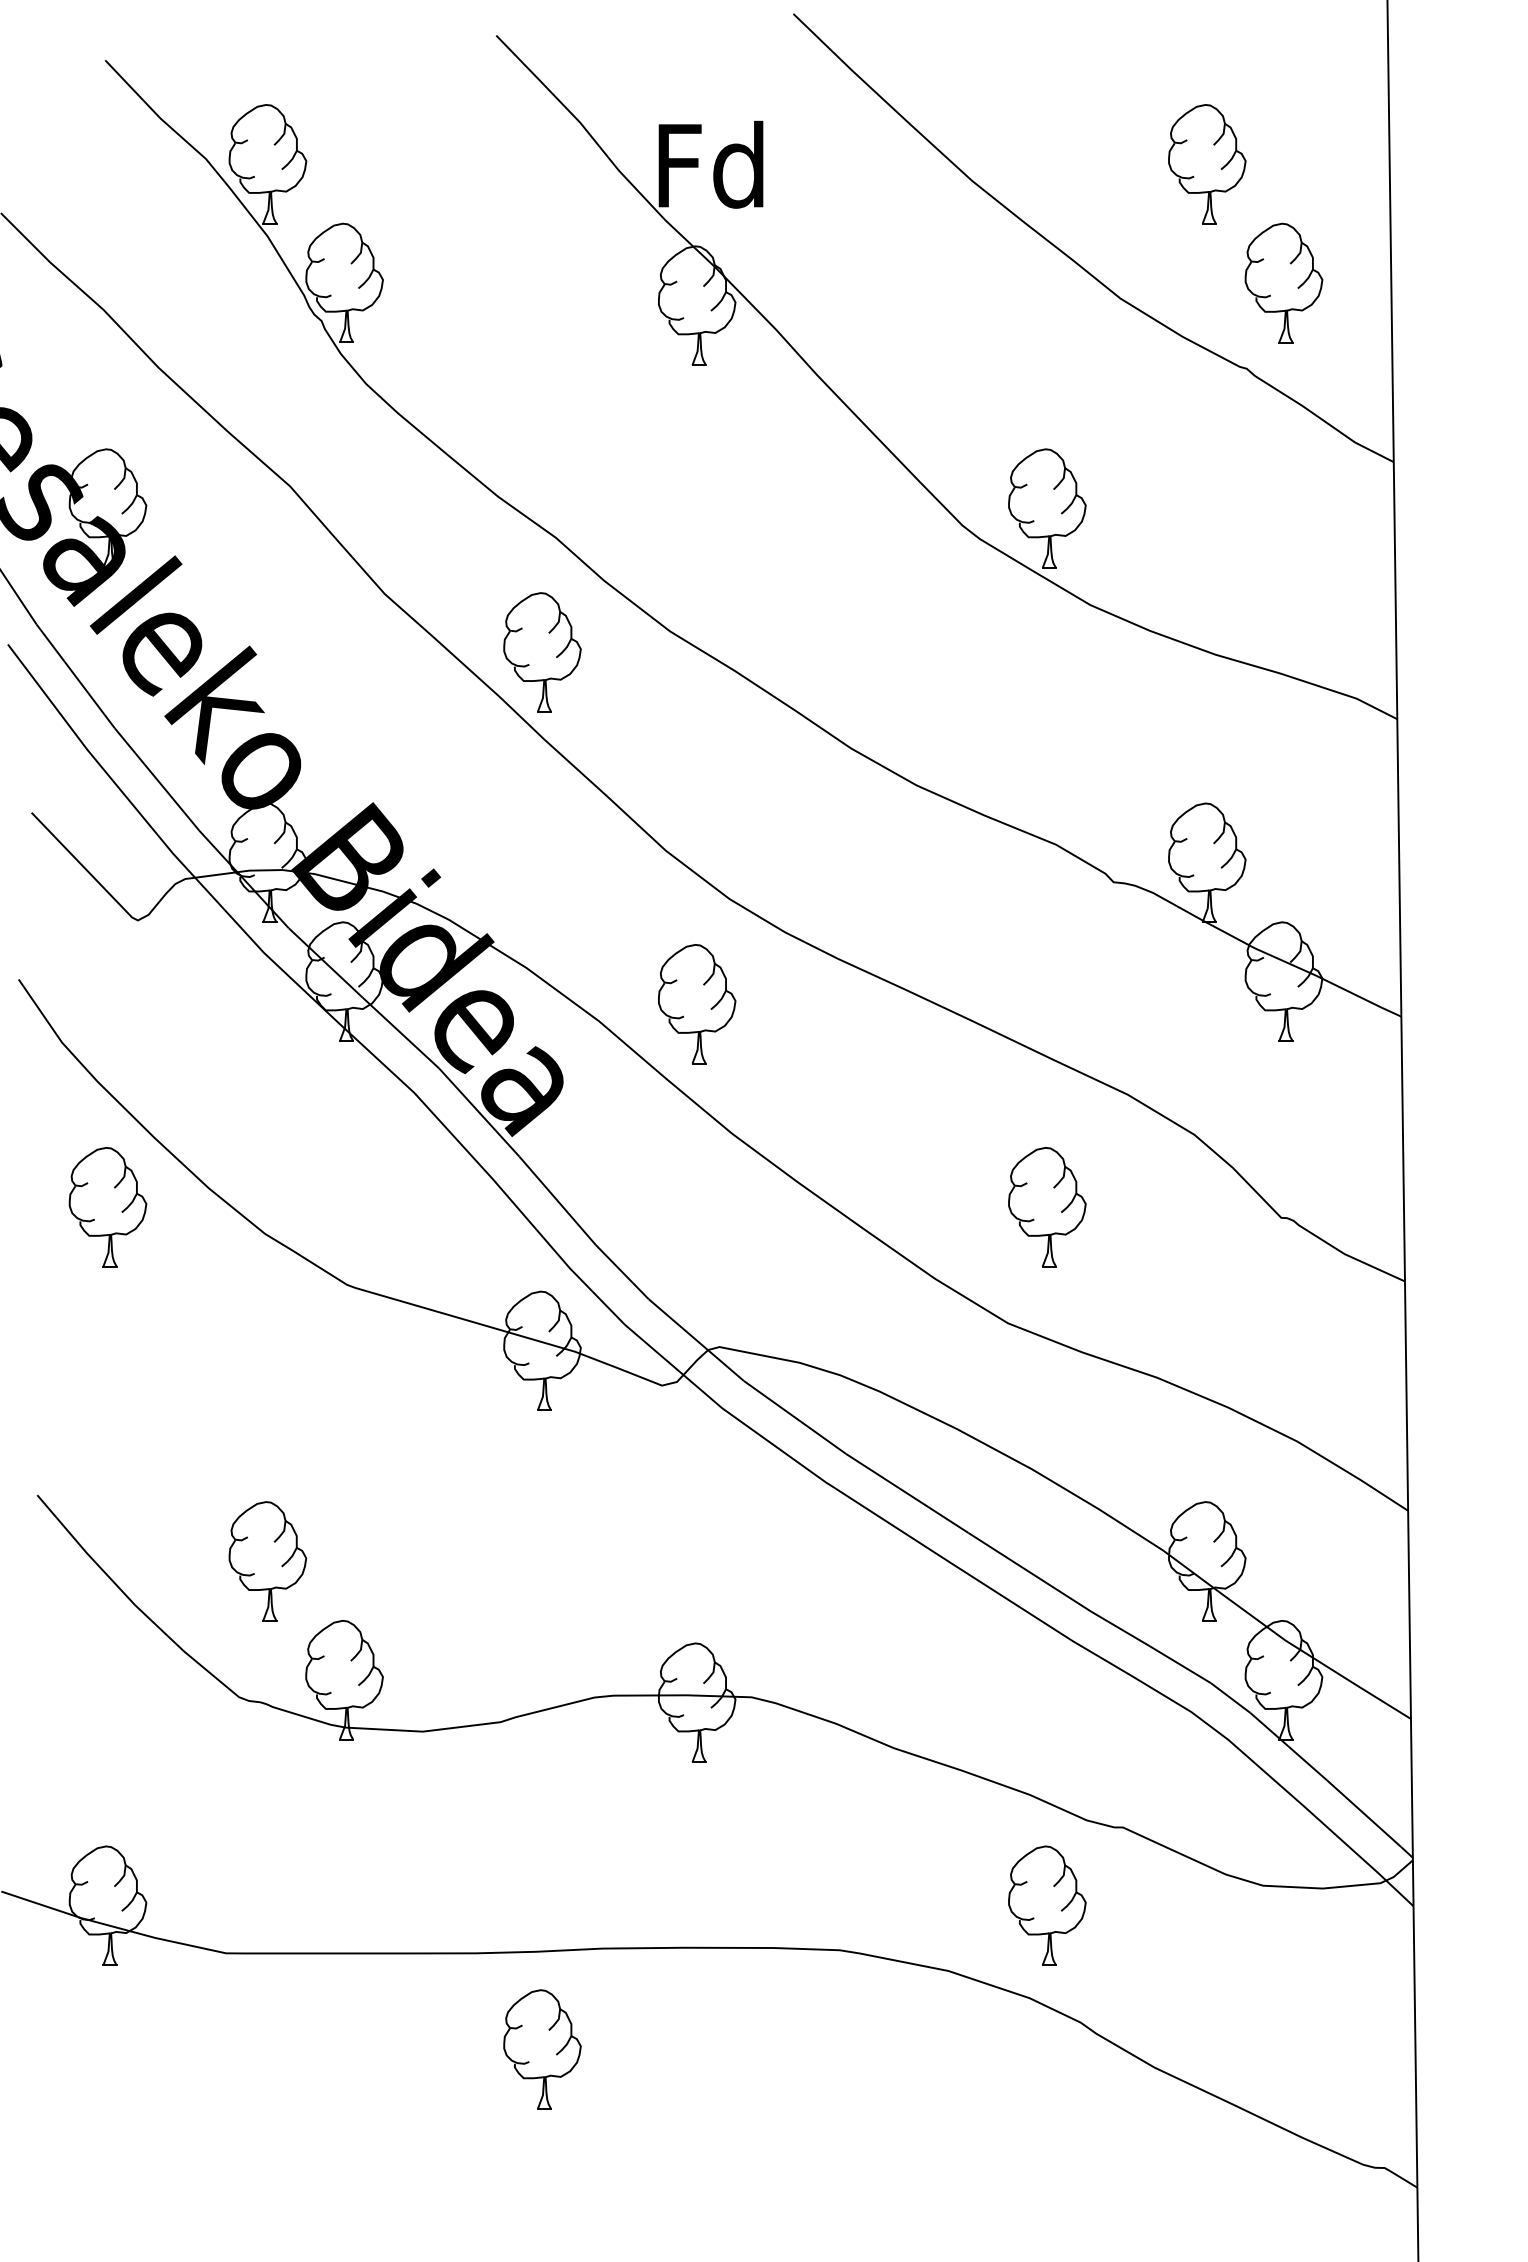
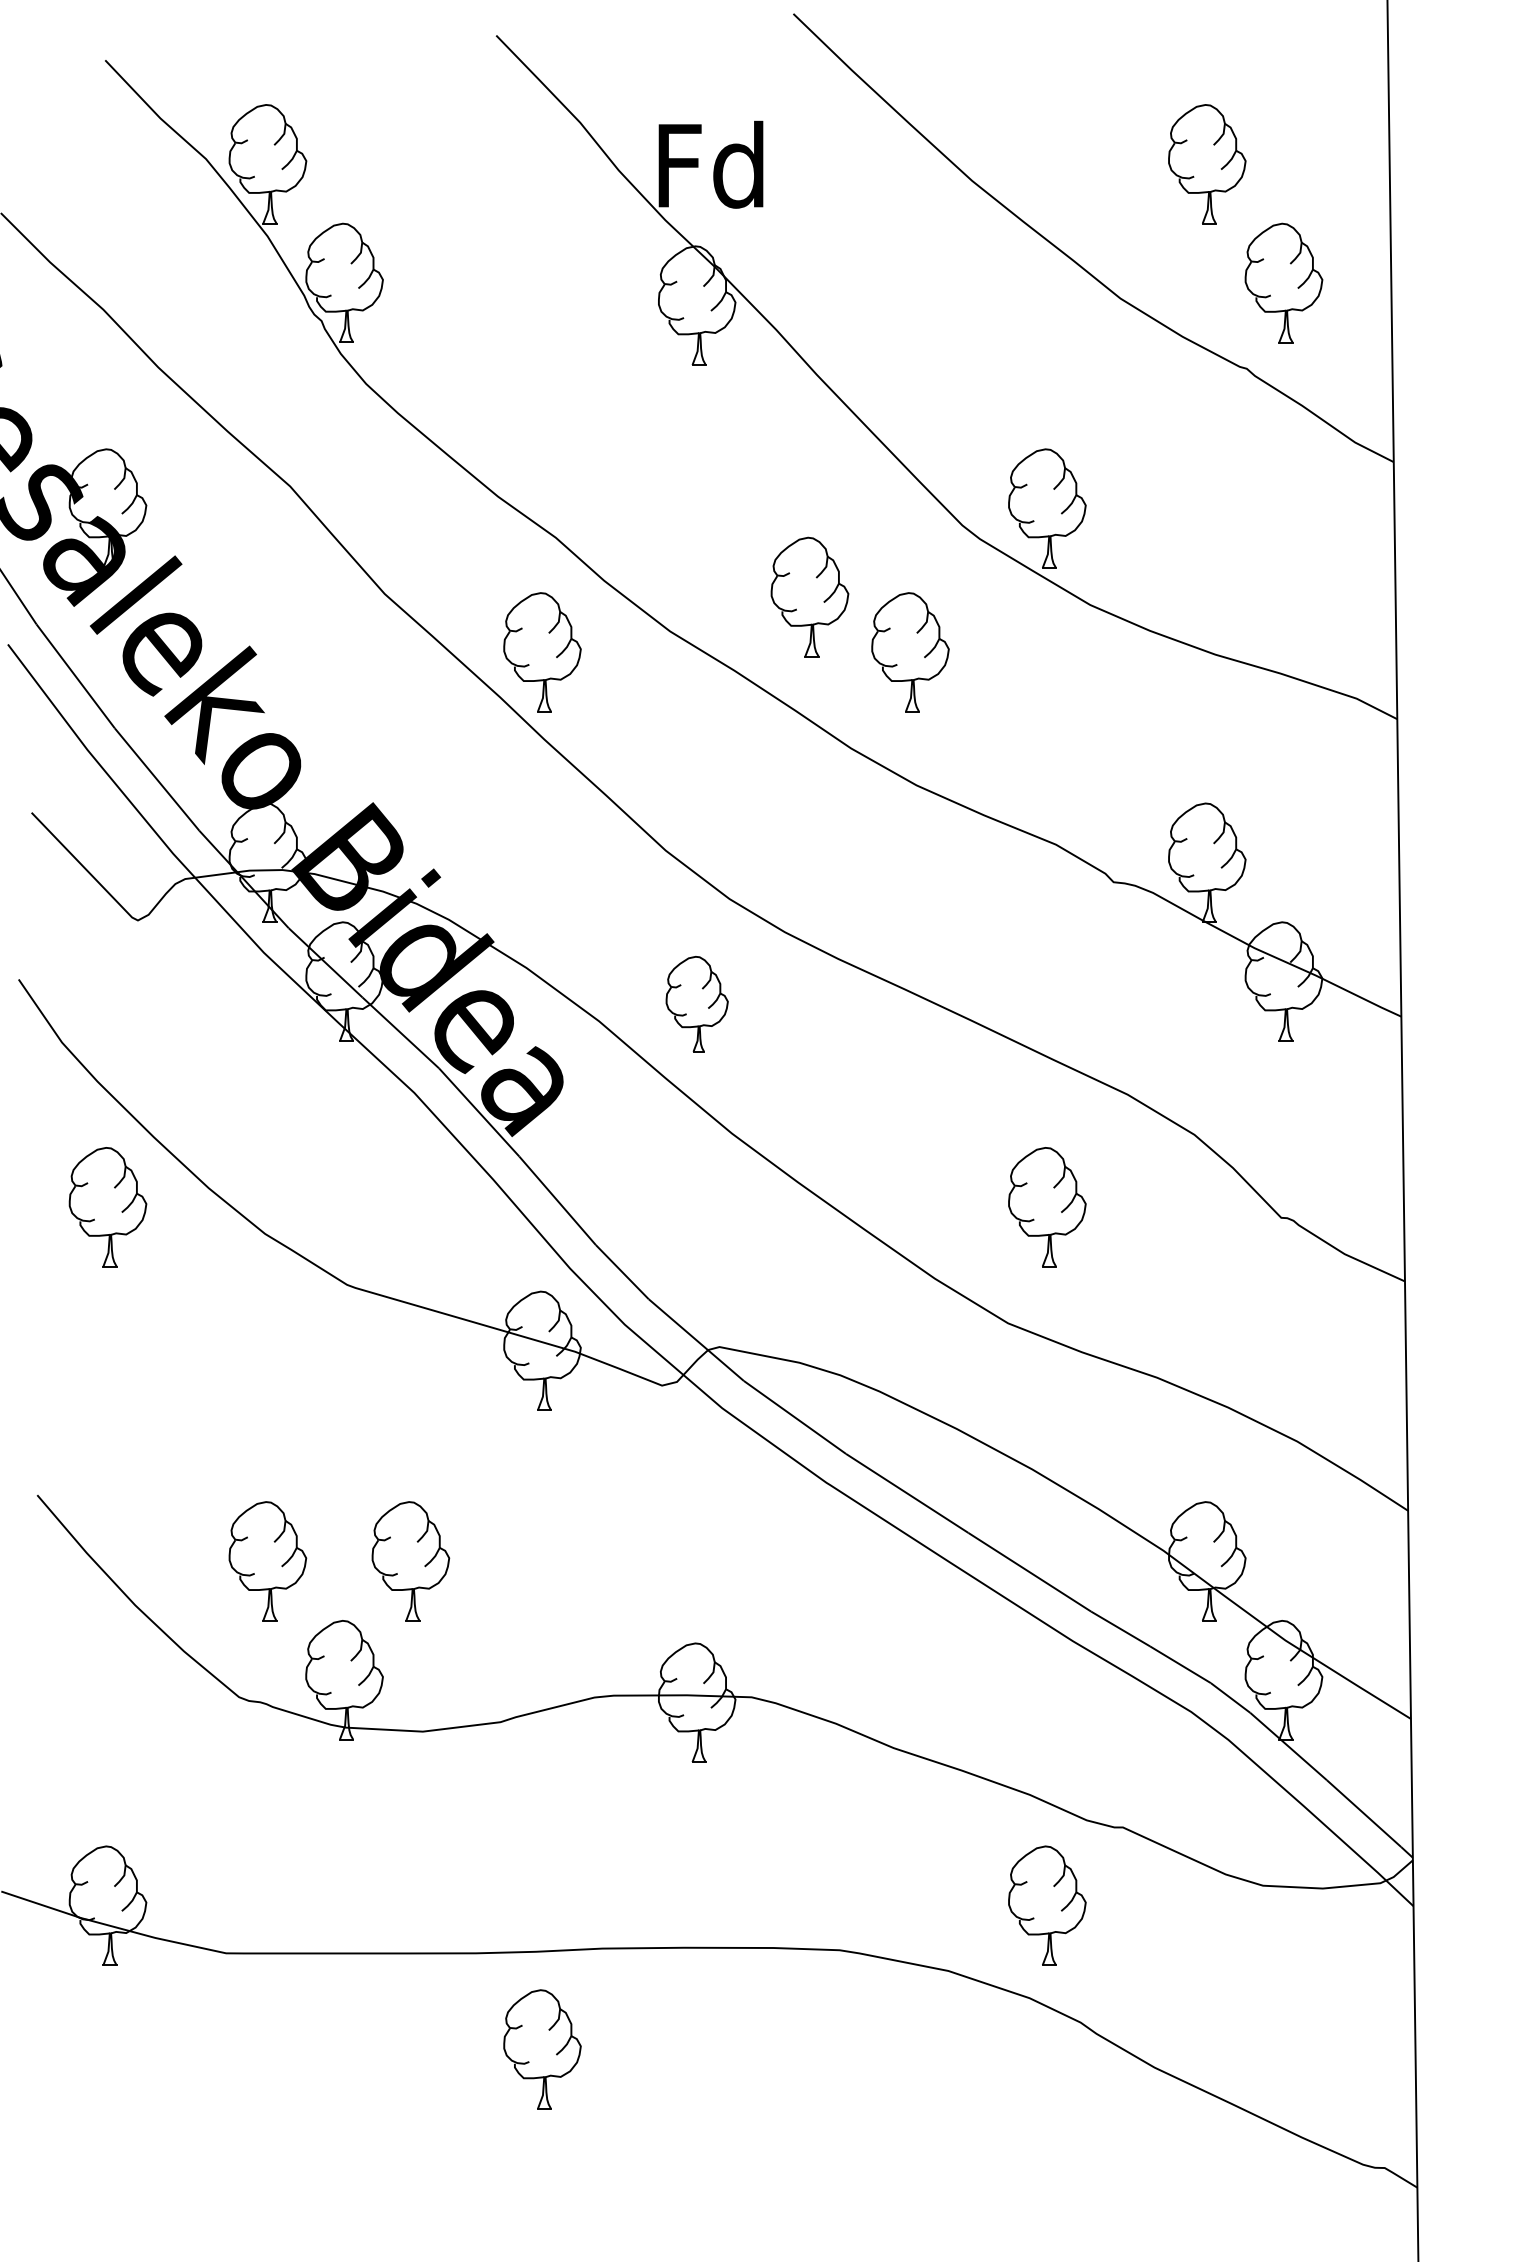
part at (809, 596): none -> present
part at (910, 652): none -> present
part at (697, 1004) size: 79x121 px -> 64x97 px
part at (410, 1561): none -> present
